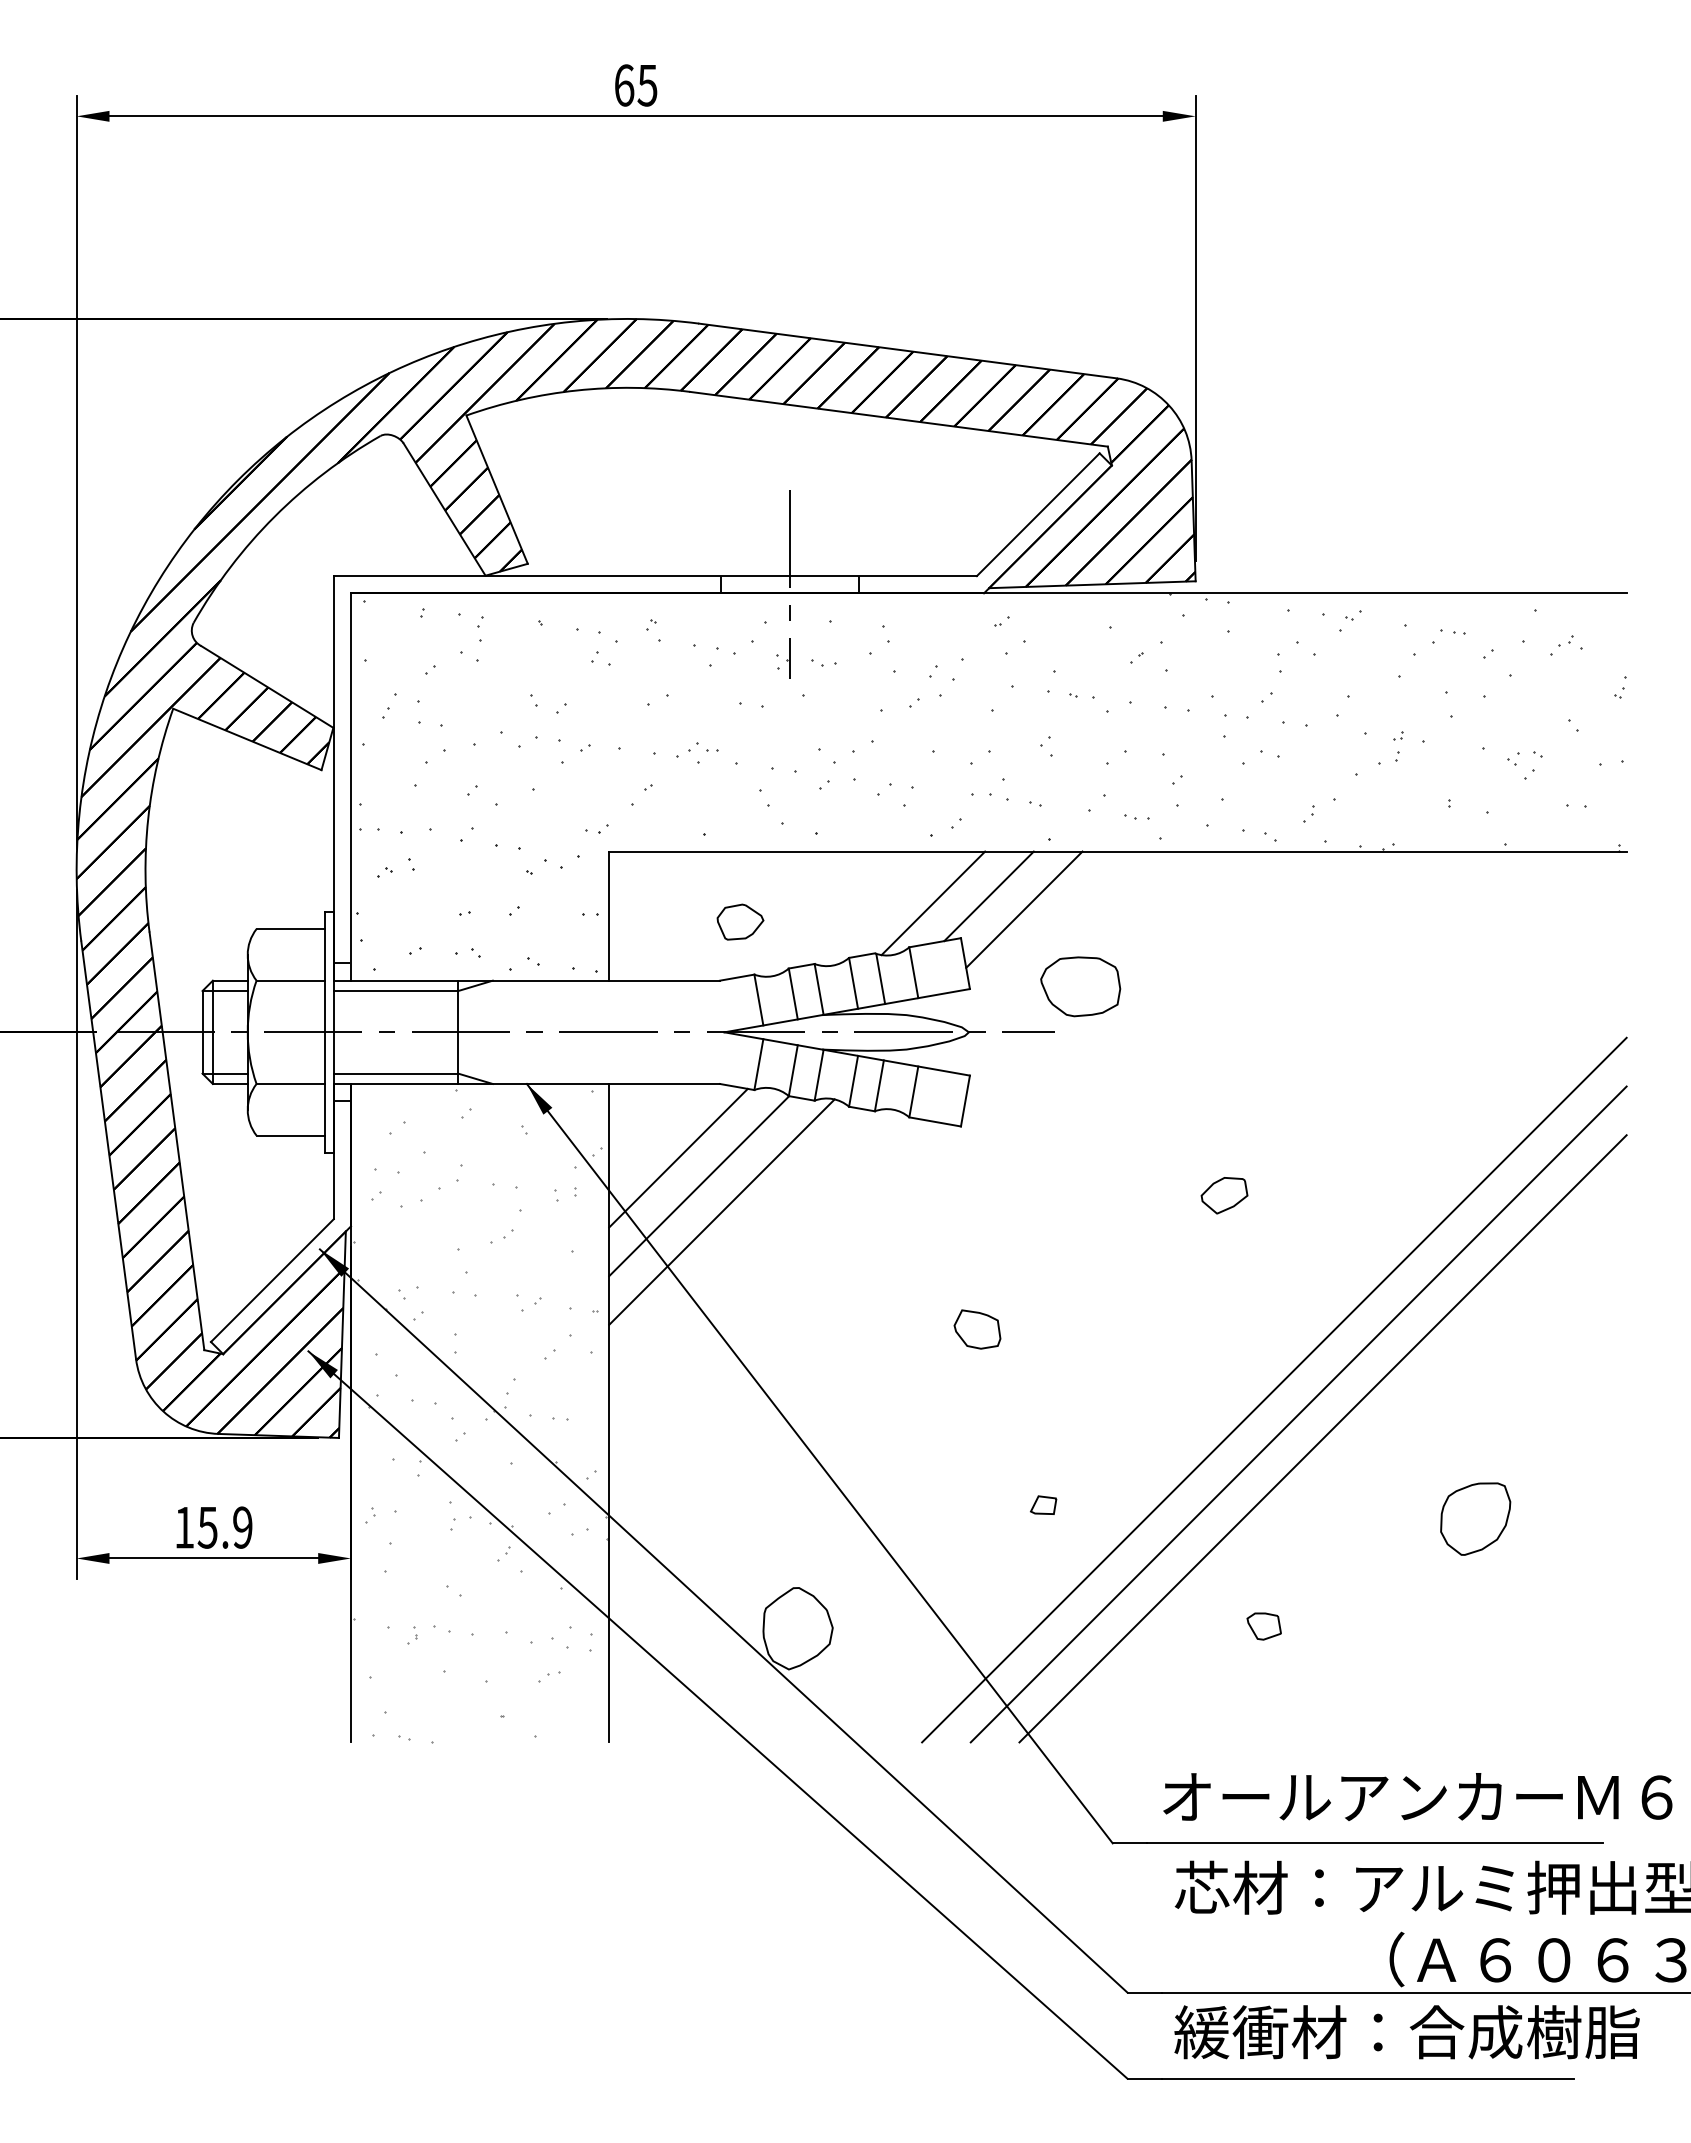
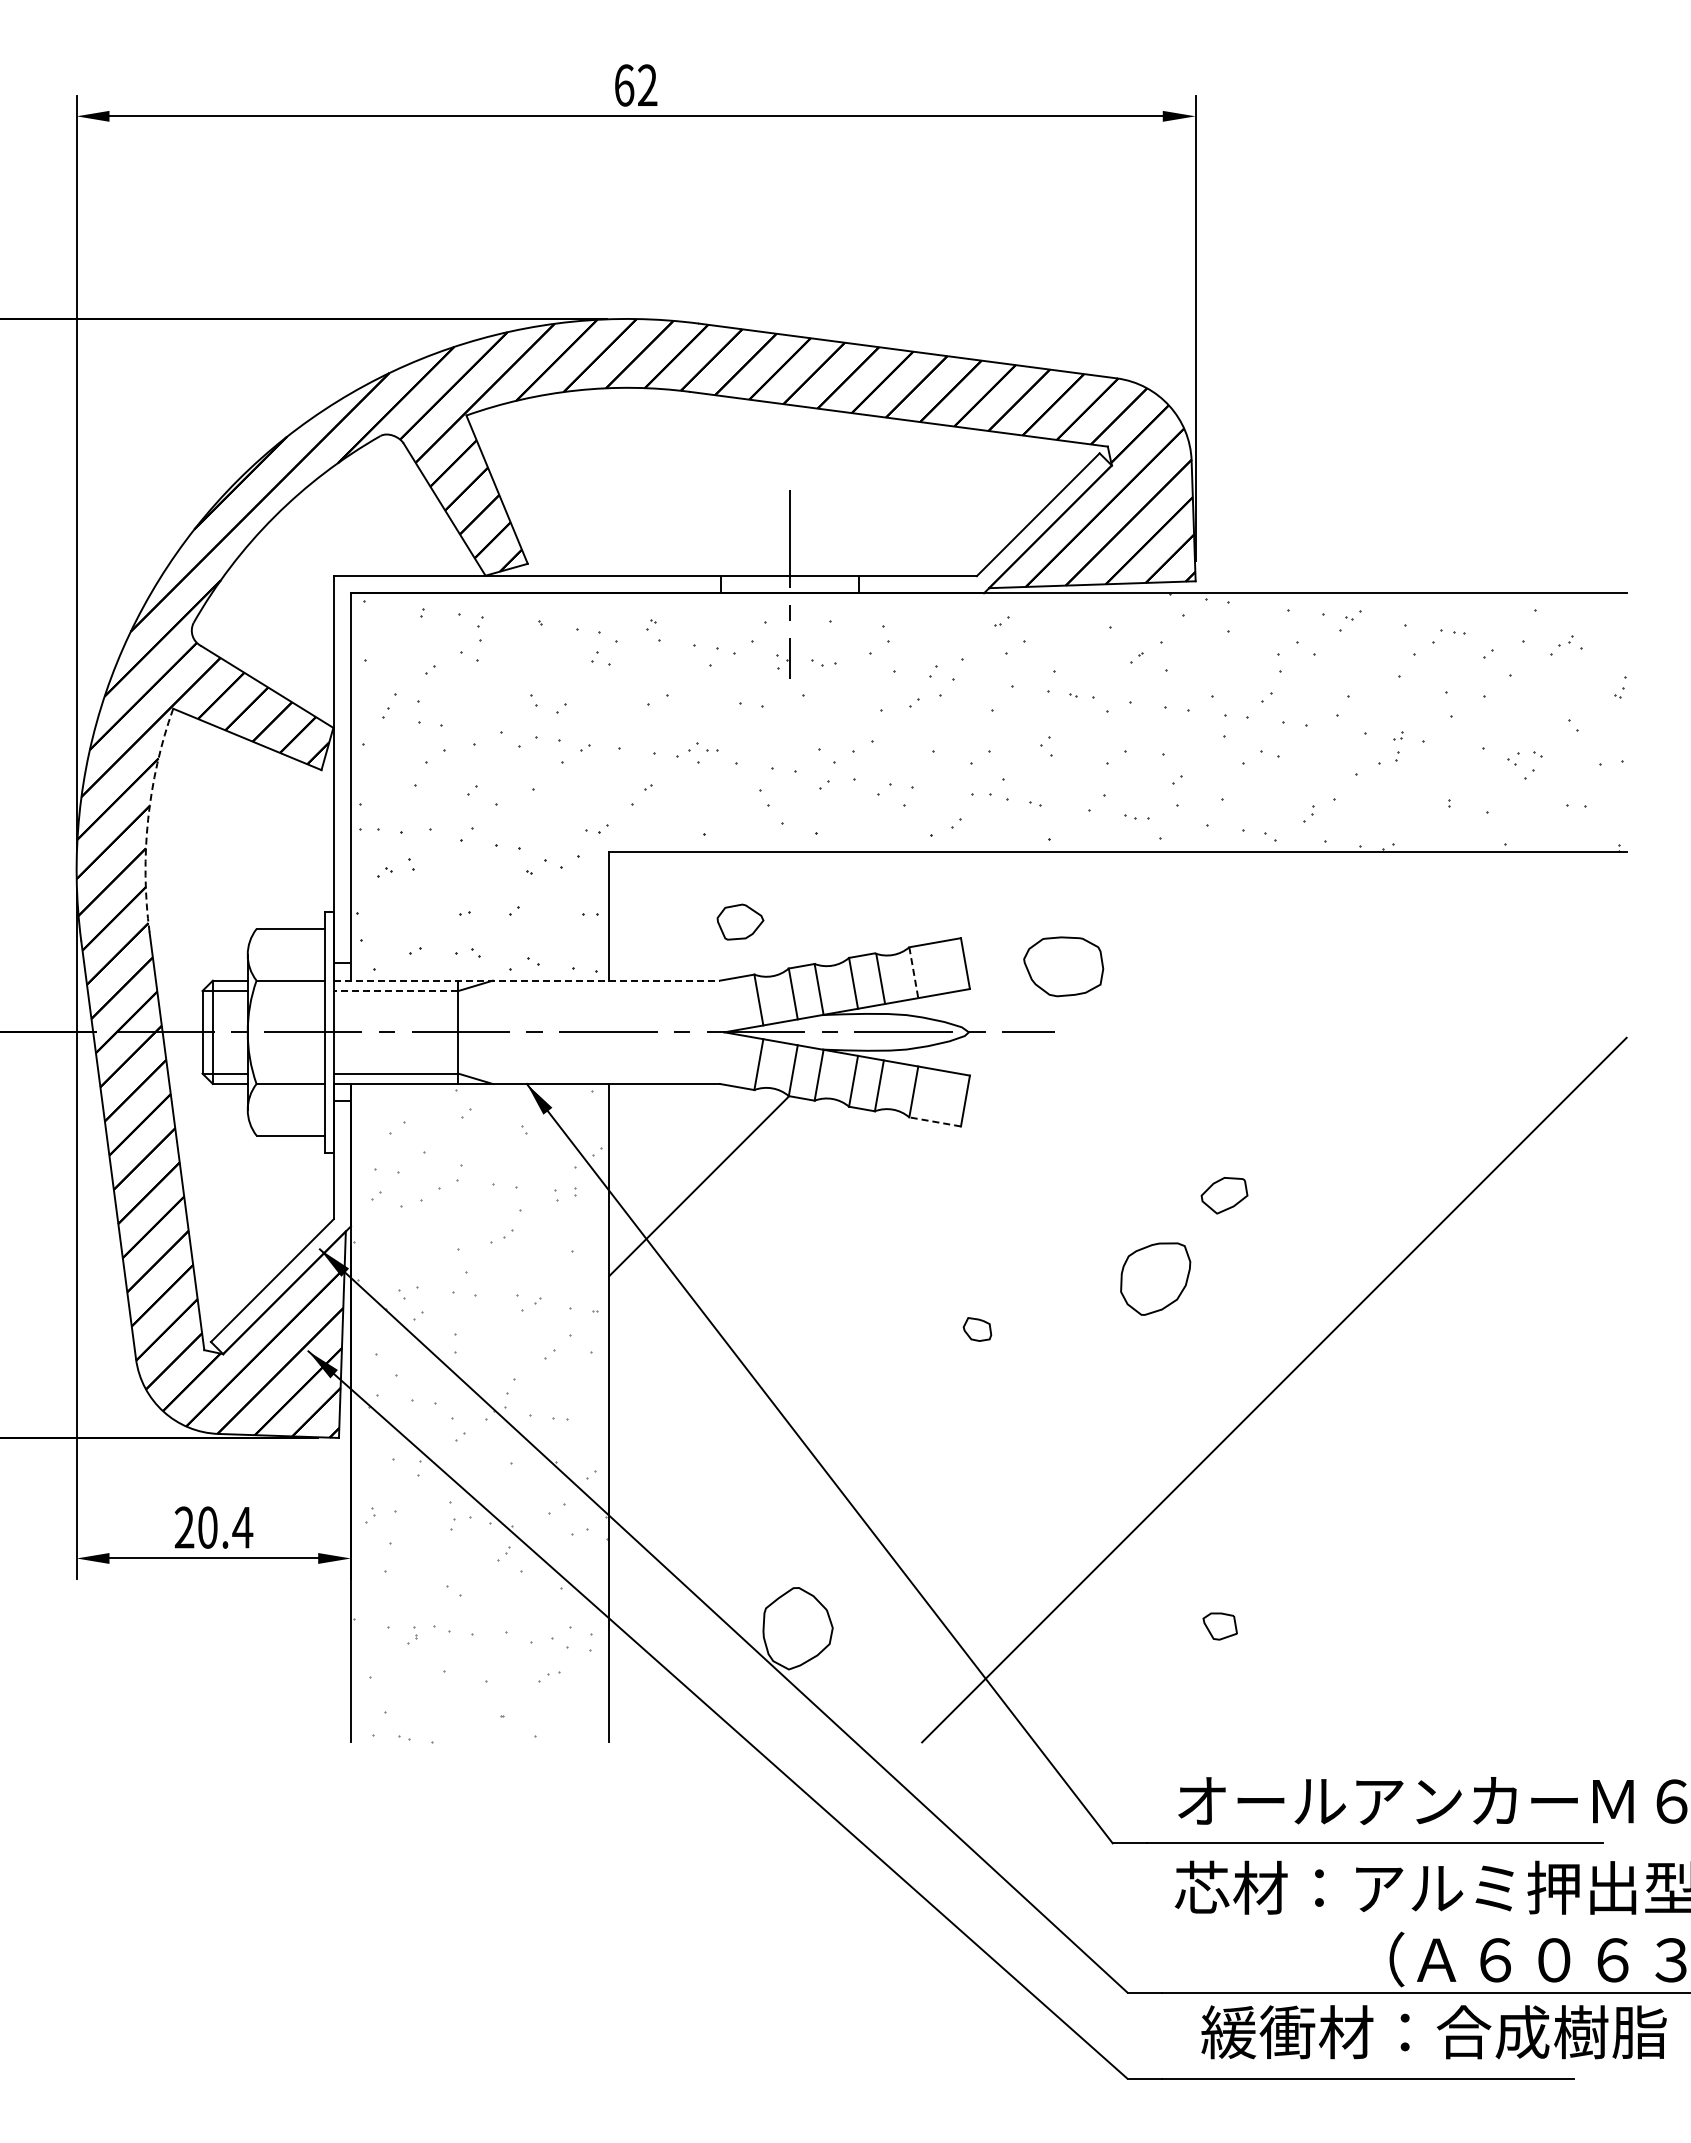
text at (647, 85): 65 -> 62
arc at (148, 819): solid -> dashed
line at (988, 896): present -> none
line at (933, 903): present -> none
line at (1024, 909): present -> none
line at (913, 972): solid -> dashed
line at (527, 980): solid -> dashed
part at (1080, 986) position: (1080, 986) -> (1063, 966)
line at (395, 991): solid -> dashed
line at (934, 1121): solid -> dashed
line at (678, 1157): present -> none
line at (721, 1211): present -> none
part at (977, 1329) size: 49x41 px -> 31x25 px
line at (1298, 1414): present -> none
line at (1322, 1438): present -> none
part at (1043, 1504): present -> none
part at (1475, 1518) position: (1475, 1518) -> (1155, 1278)
text at (213, 1527): 15.9 -> 20.4
part at (1263, 1626) position: (1263, 1626) -> (1219, 1626)
text at (1417, 1796) position: (1417, 1796) -> (1432, 1800)
text at (1406, 2032) position: (1406, 2032) -> (1433, 2032)
